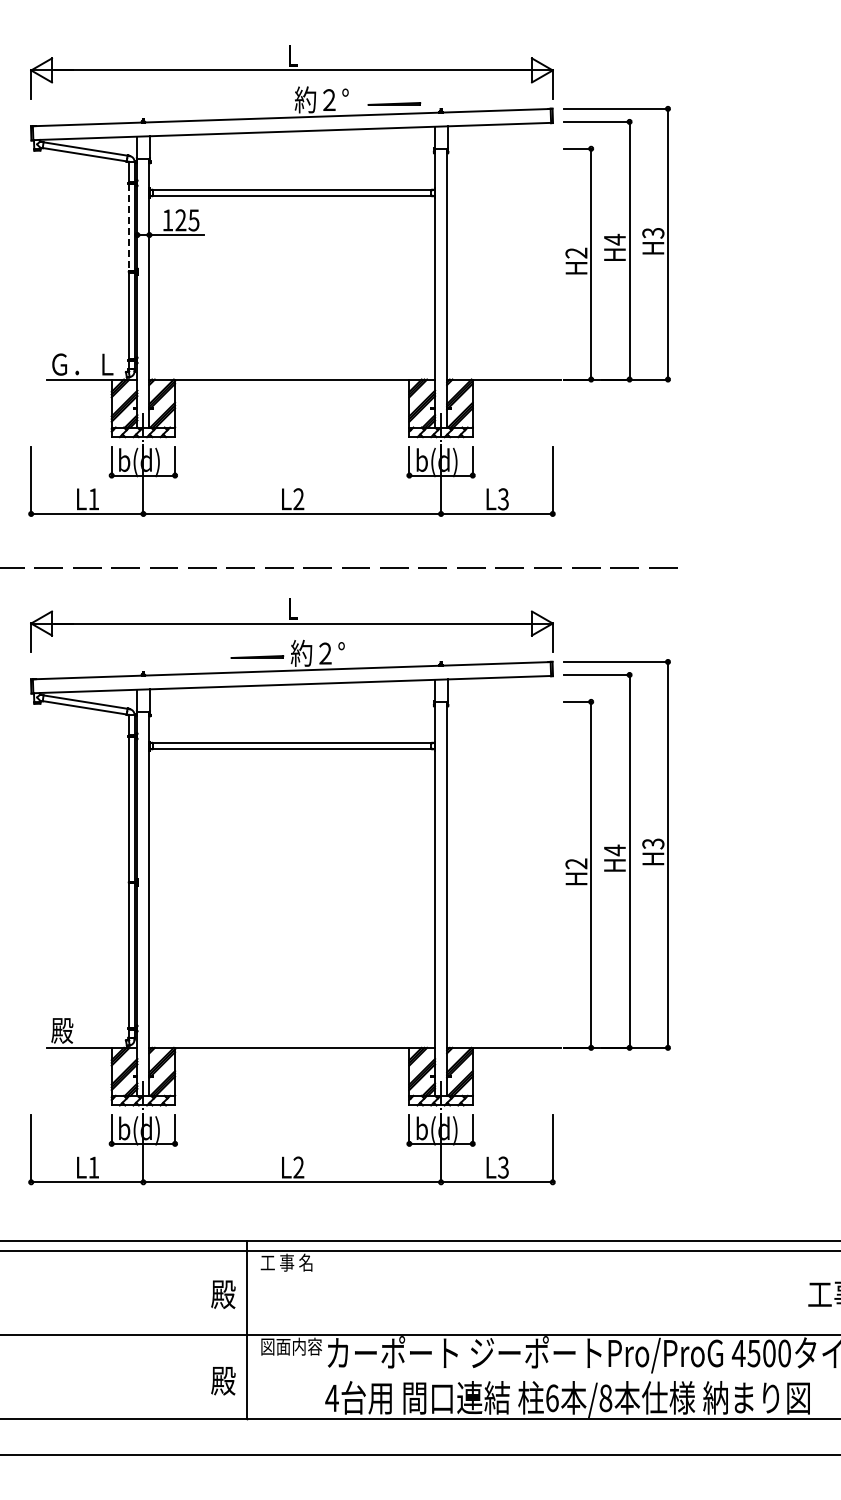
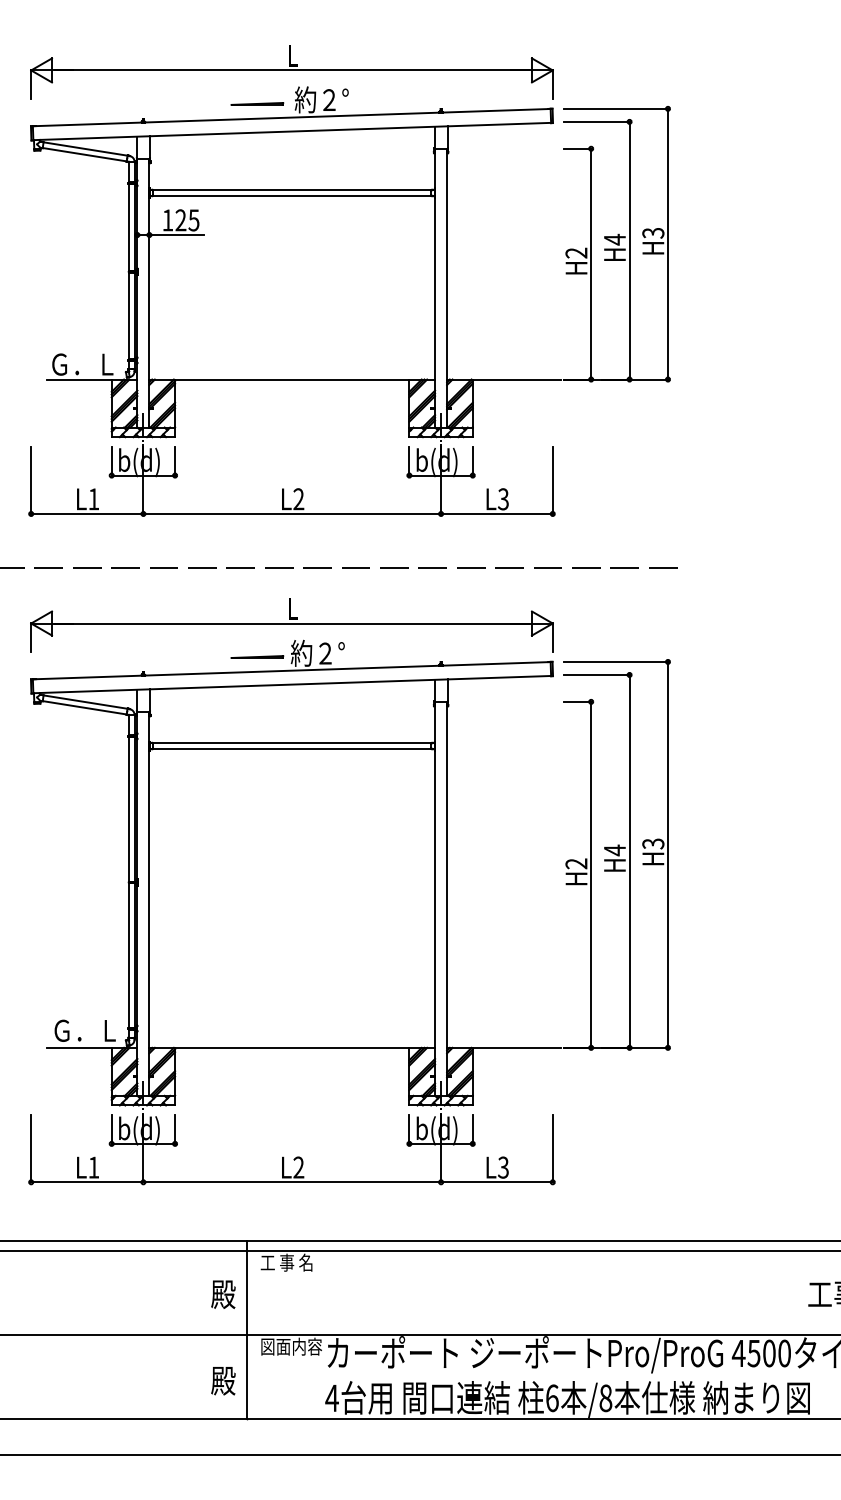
line at (394, 103) position: (394, 103) -> (257, 103)
line at (128, 227): dashed -> solid
text at (83, 1030): 殿 -> Ｇ．Ｌ
